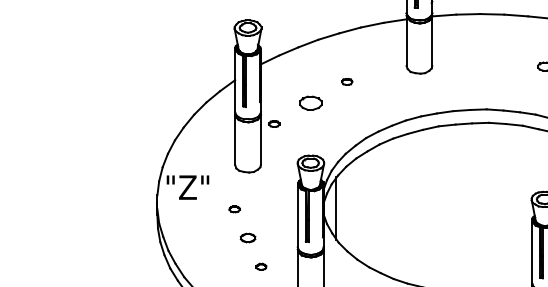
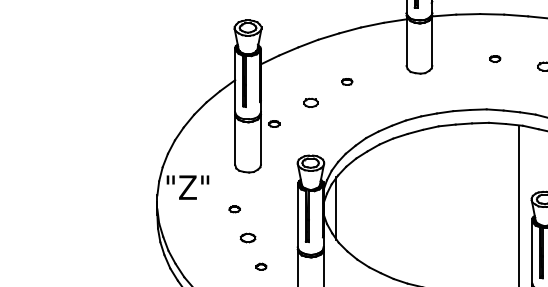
part at (495, 58): none -> present
part at (310, 102) size: 24x16 px -> 16x11 px
line at (519, 204): none -> present
